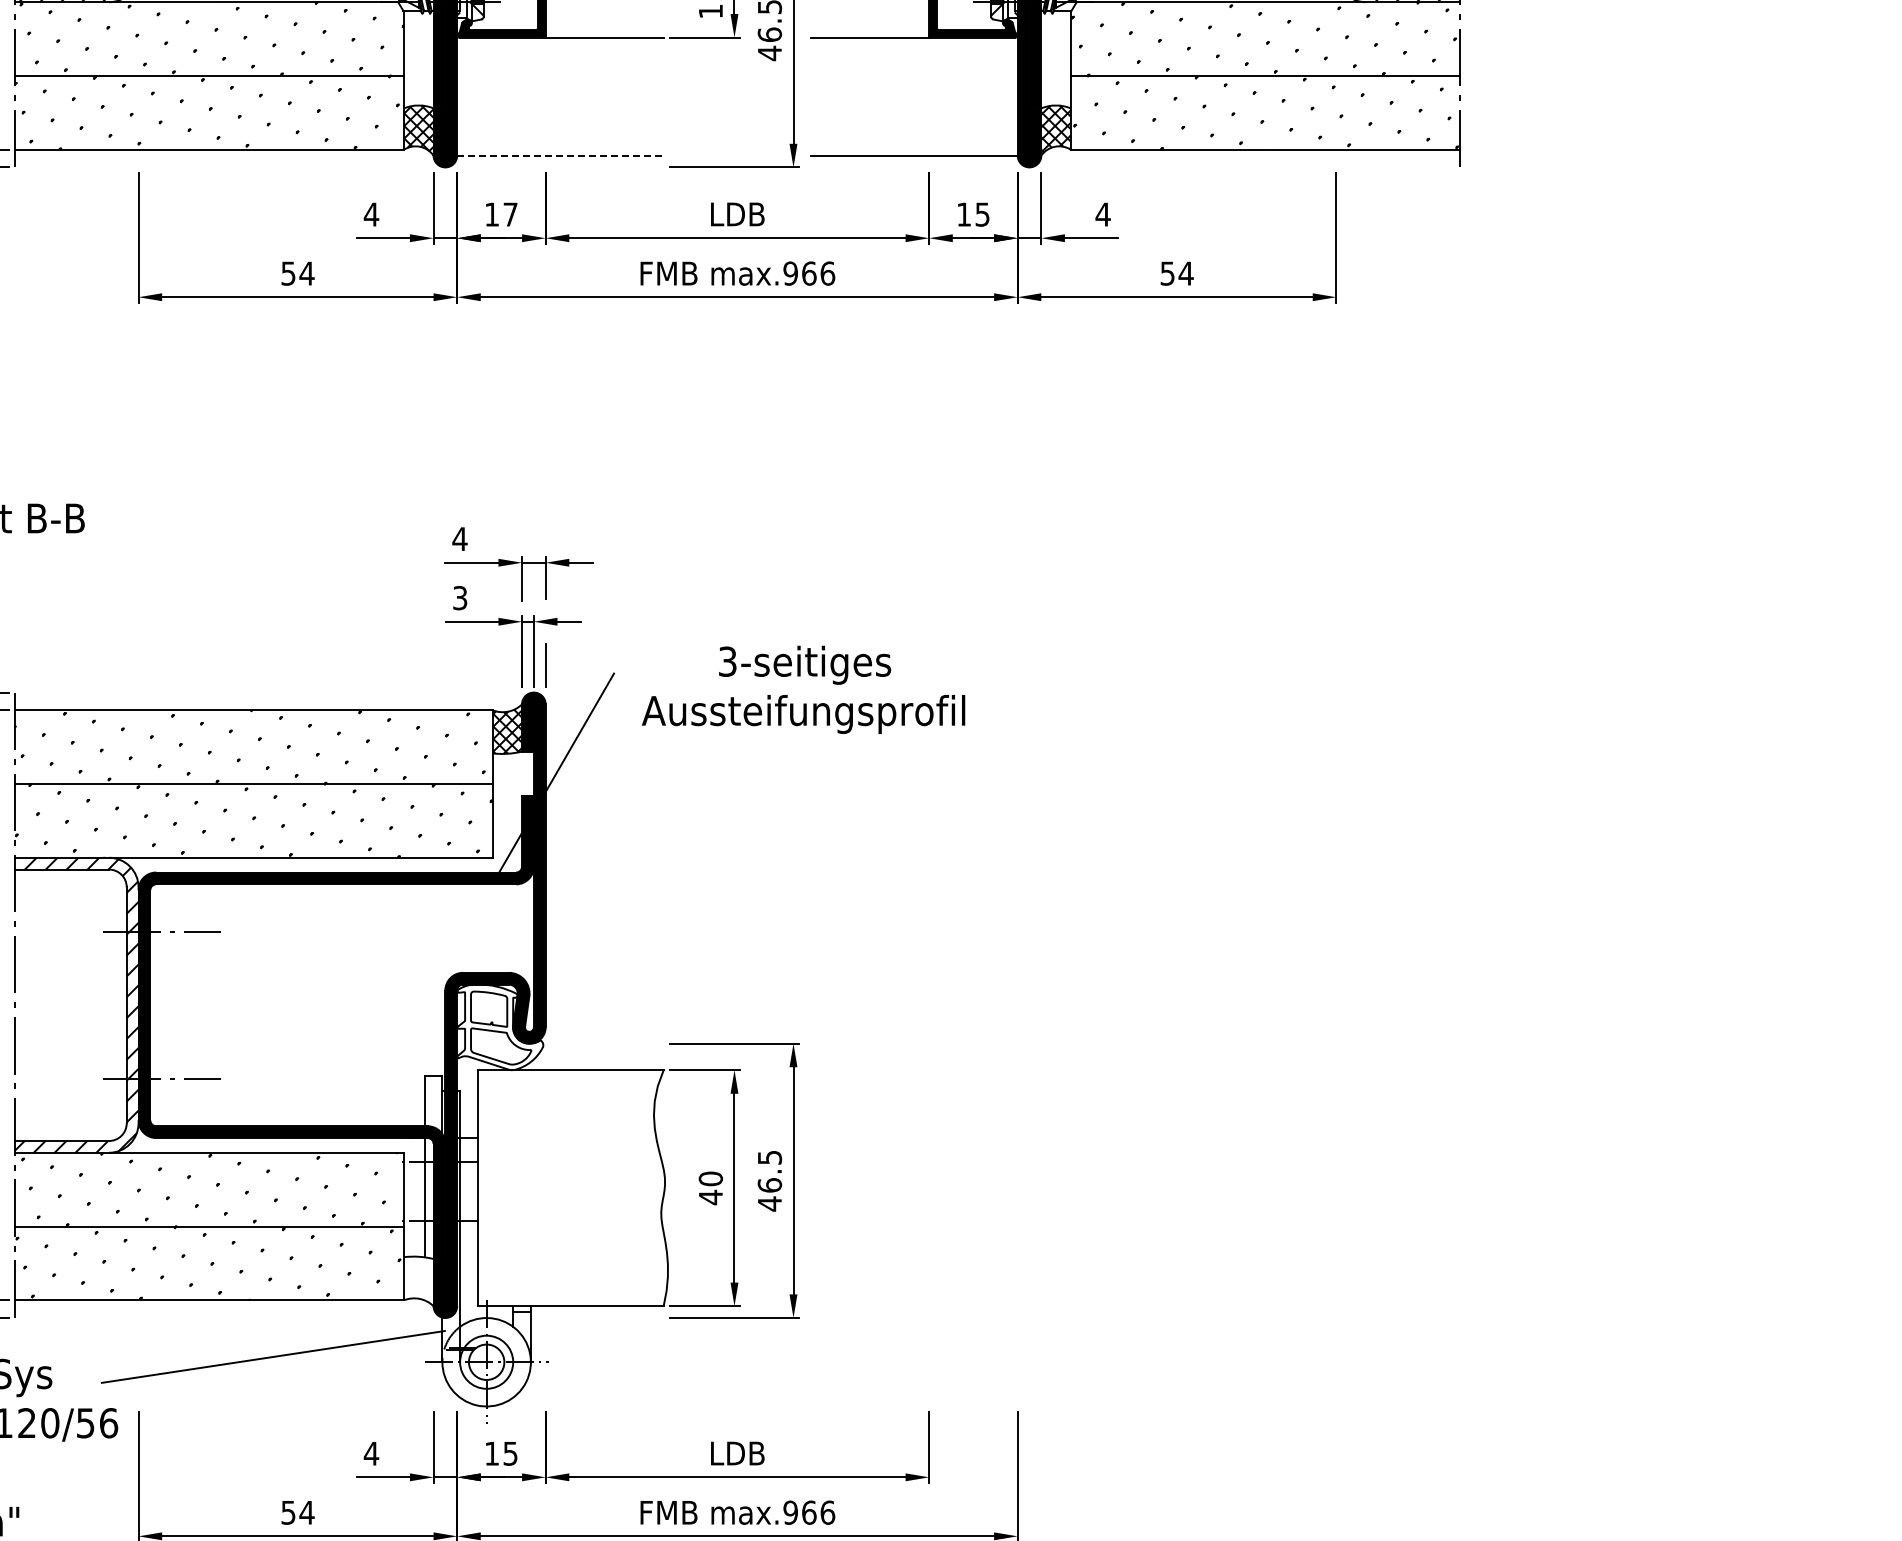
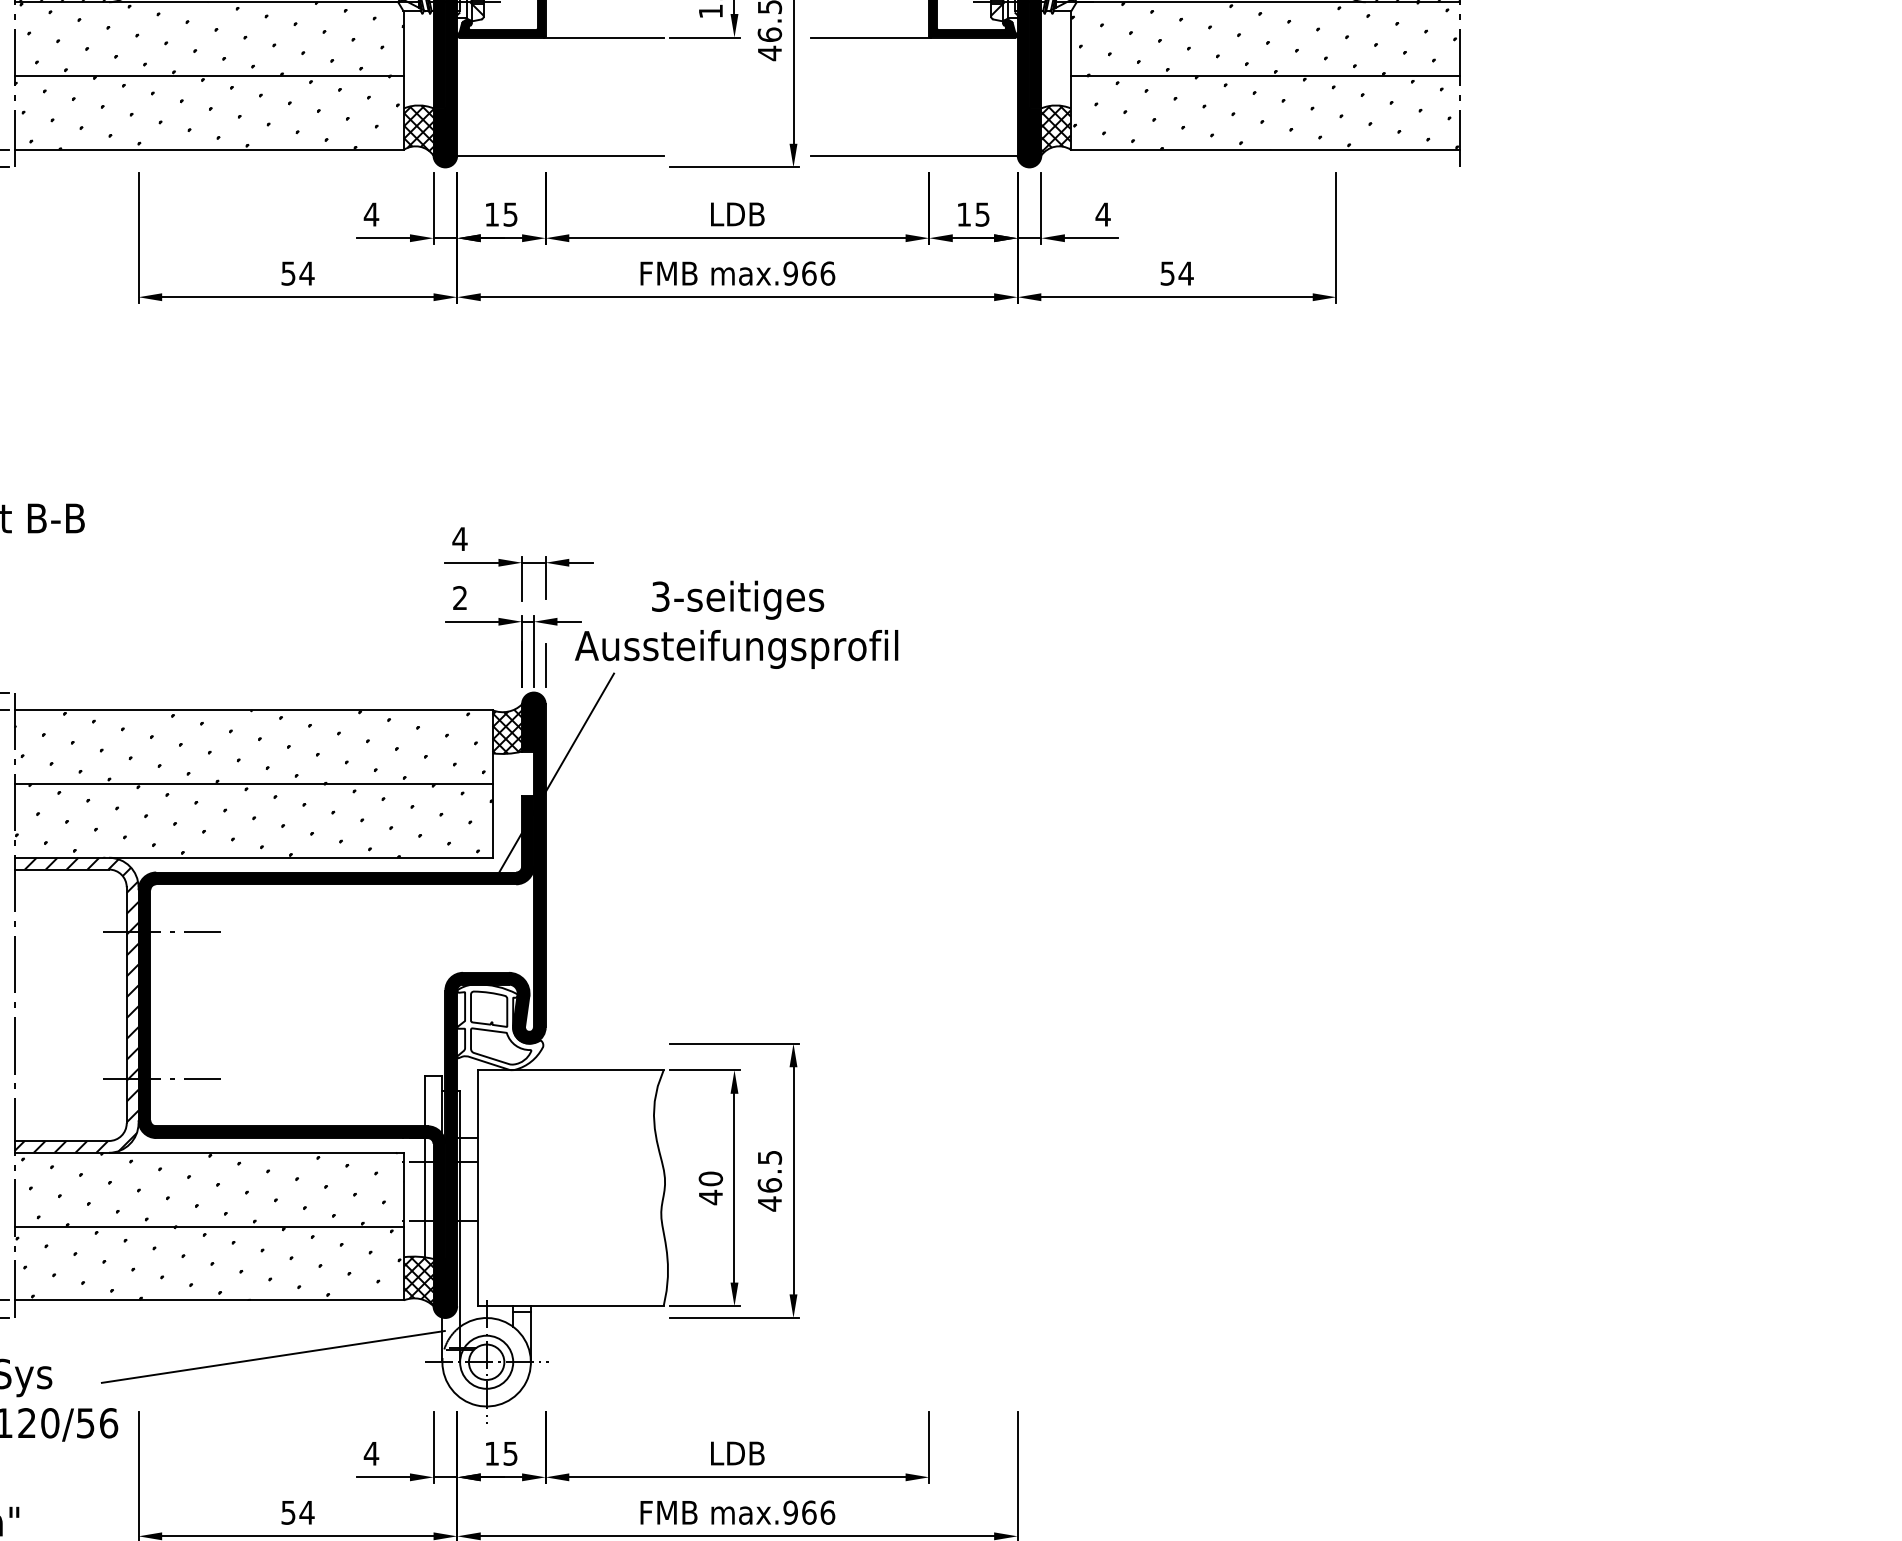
line at (560, 155): dashed -> solid
text at (510, 214): 17 -> 15
text at (460, 598): 3 -> 2
text at (803, 689) position: (803, 689) -> (736, 624)
hatch at (418, 1280): none -> present
